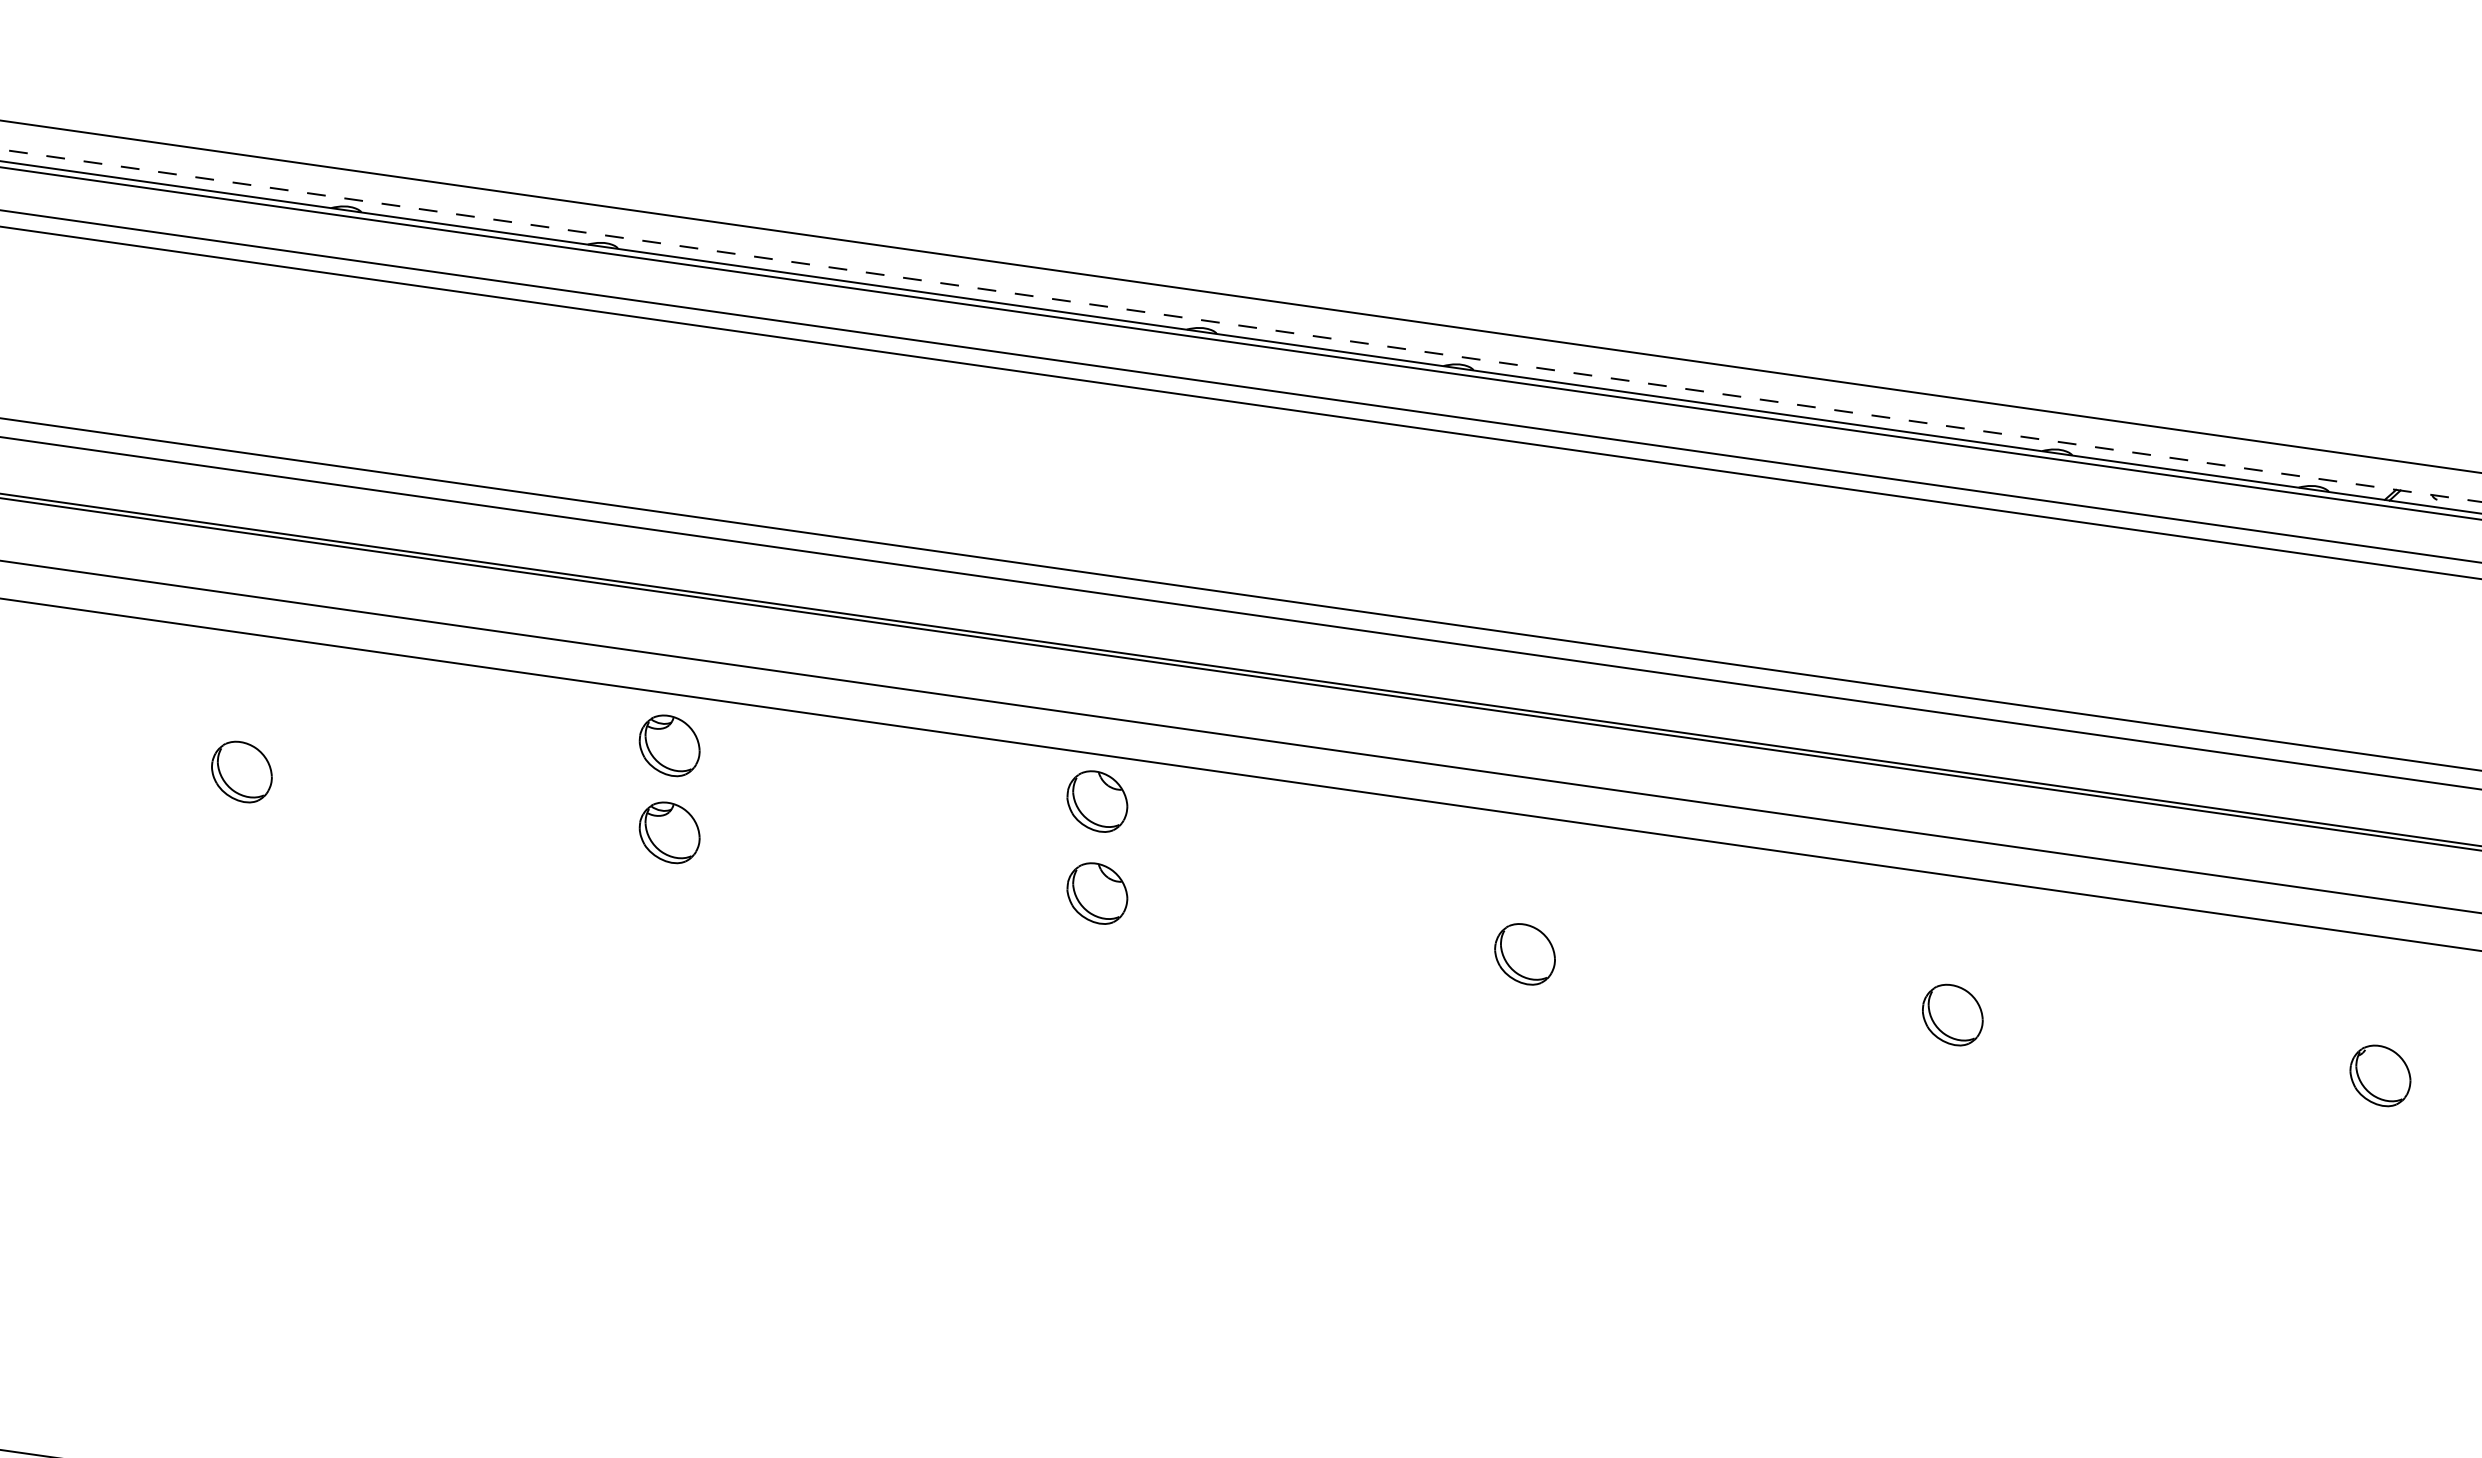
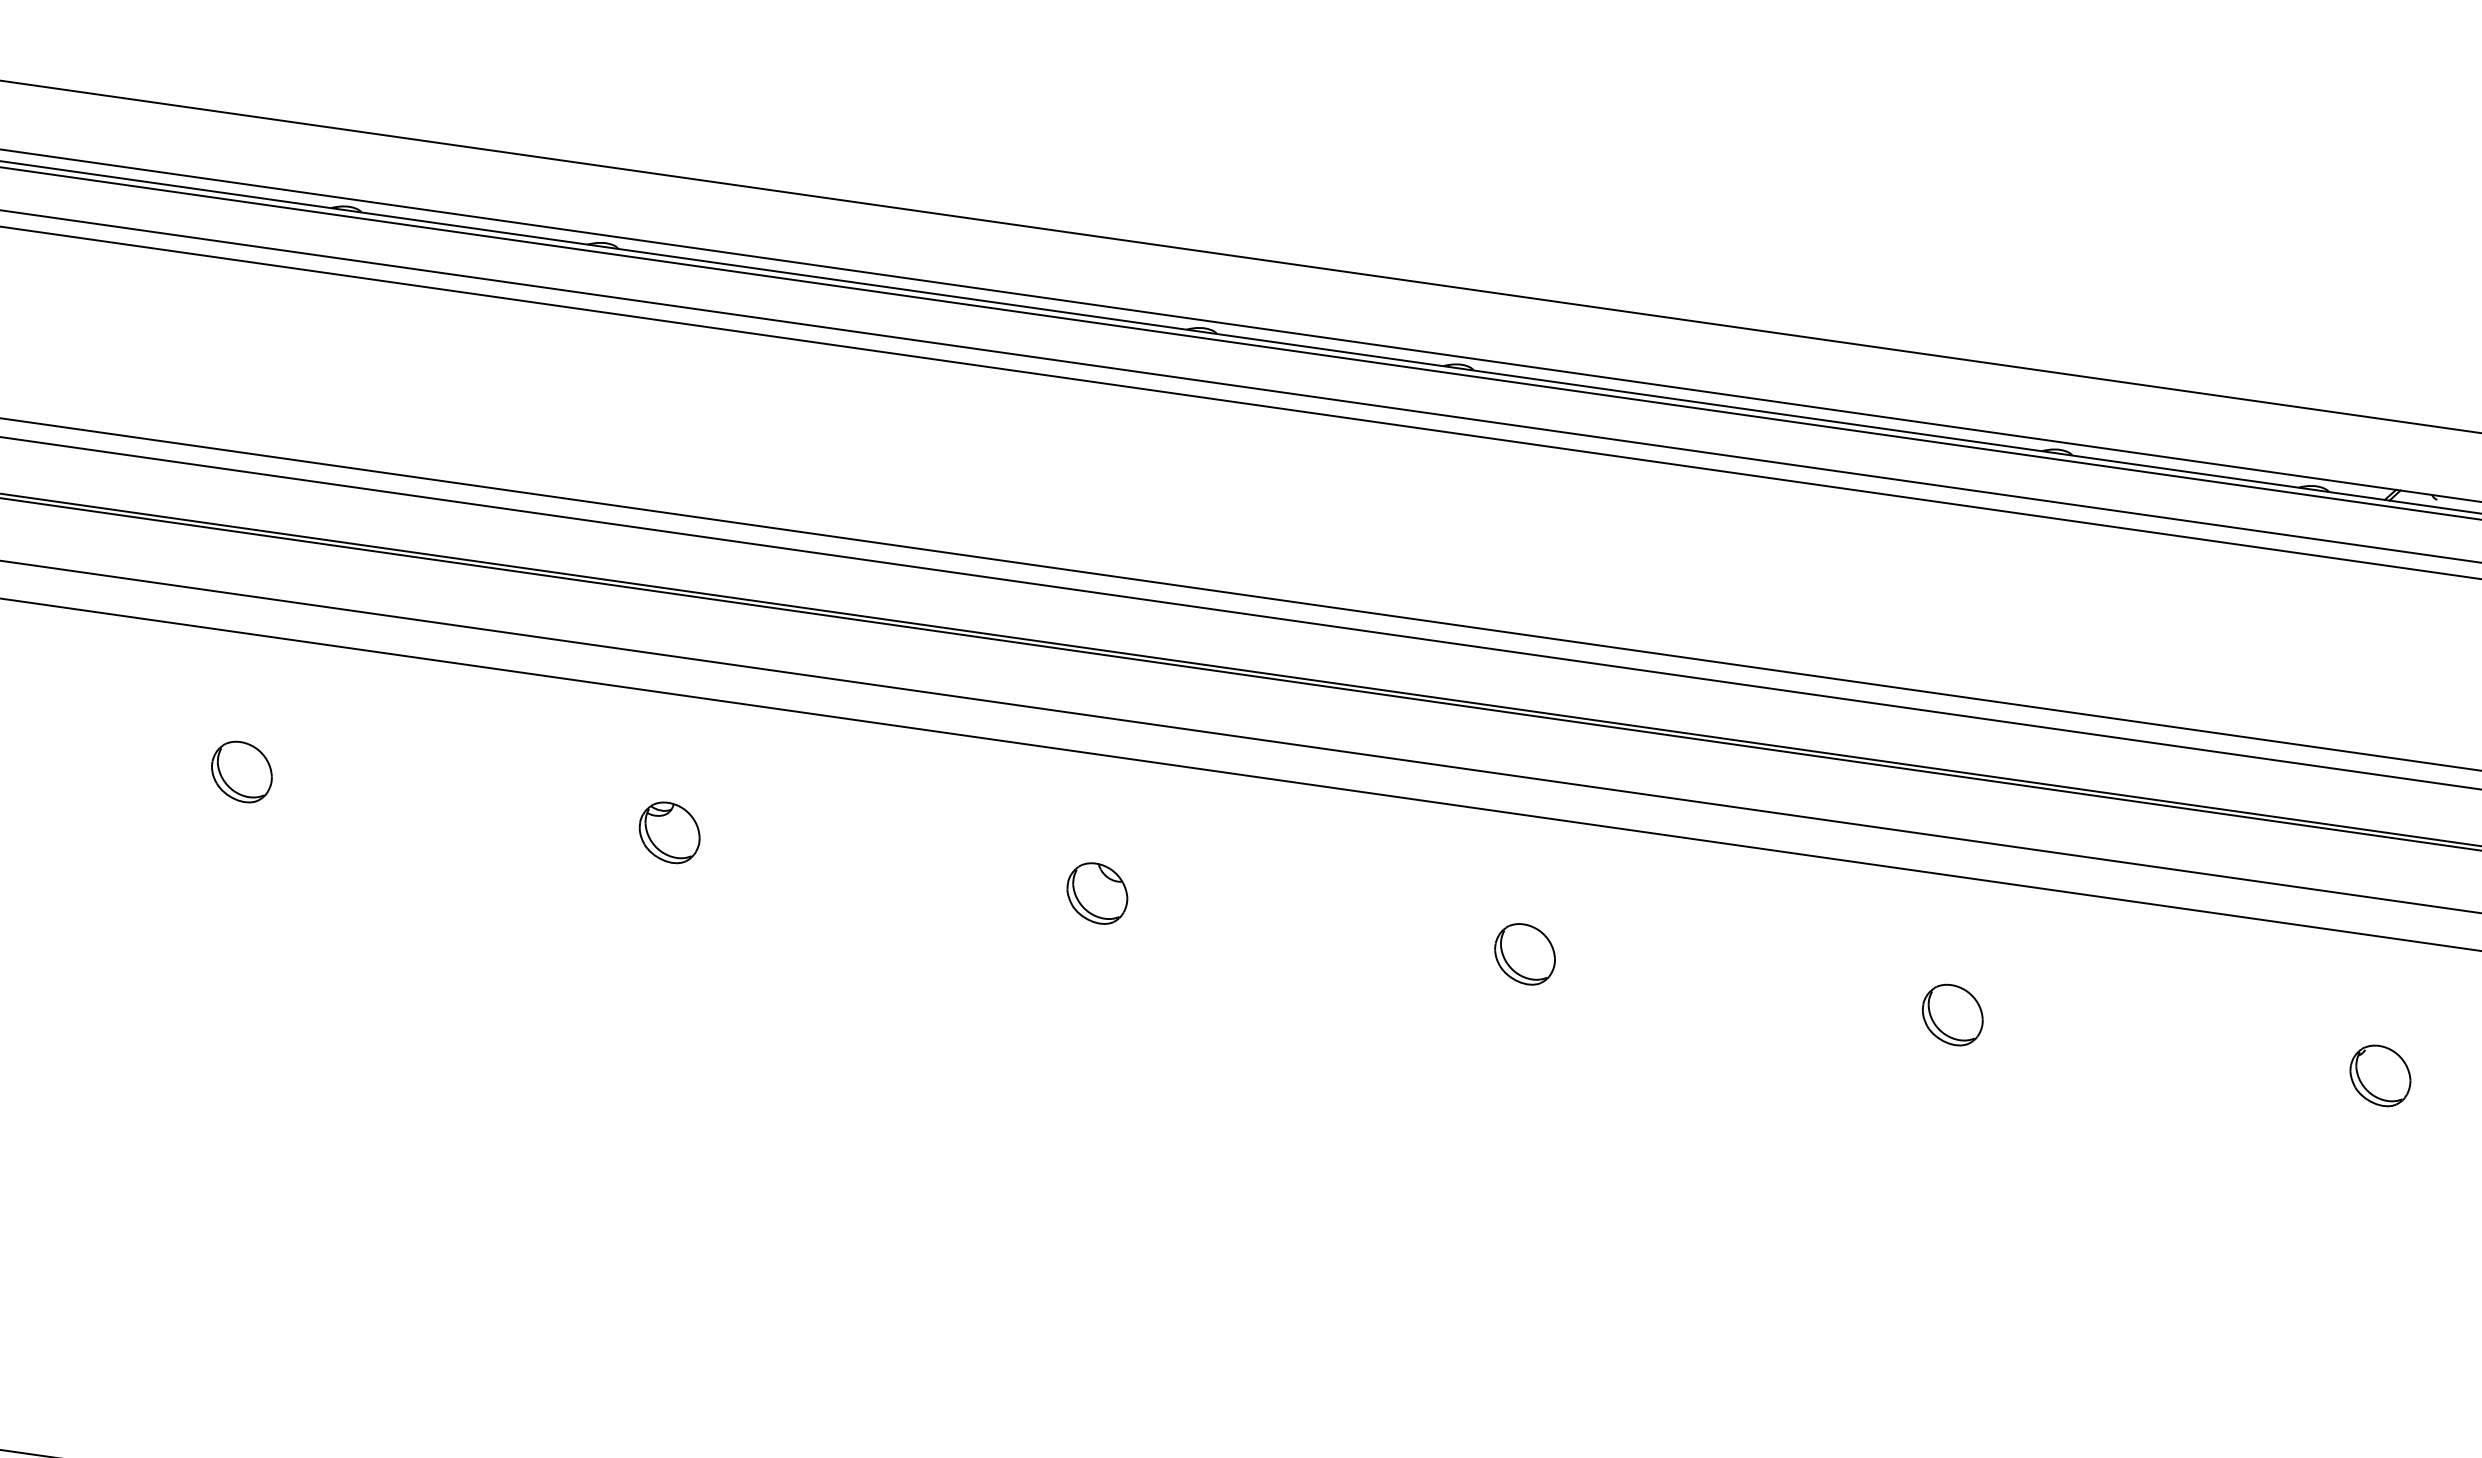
line at (1240, 296) position: (1240, 296) -> (1240, 256)
line at (1240, 325): dashed -> solid
part at (669, 745): present -> none
part at (1097, 801): present -> none
